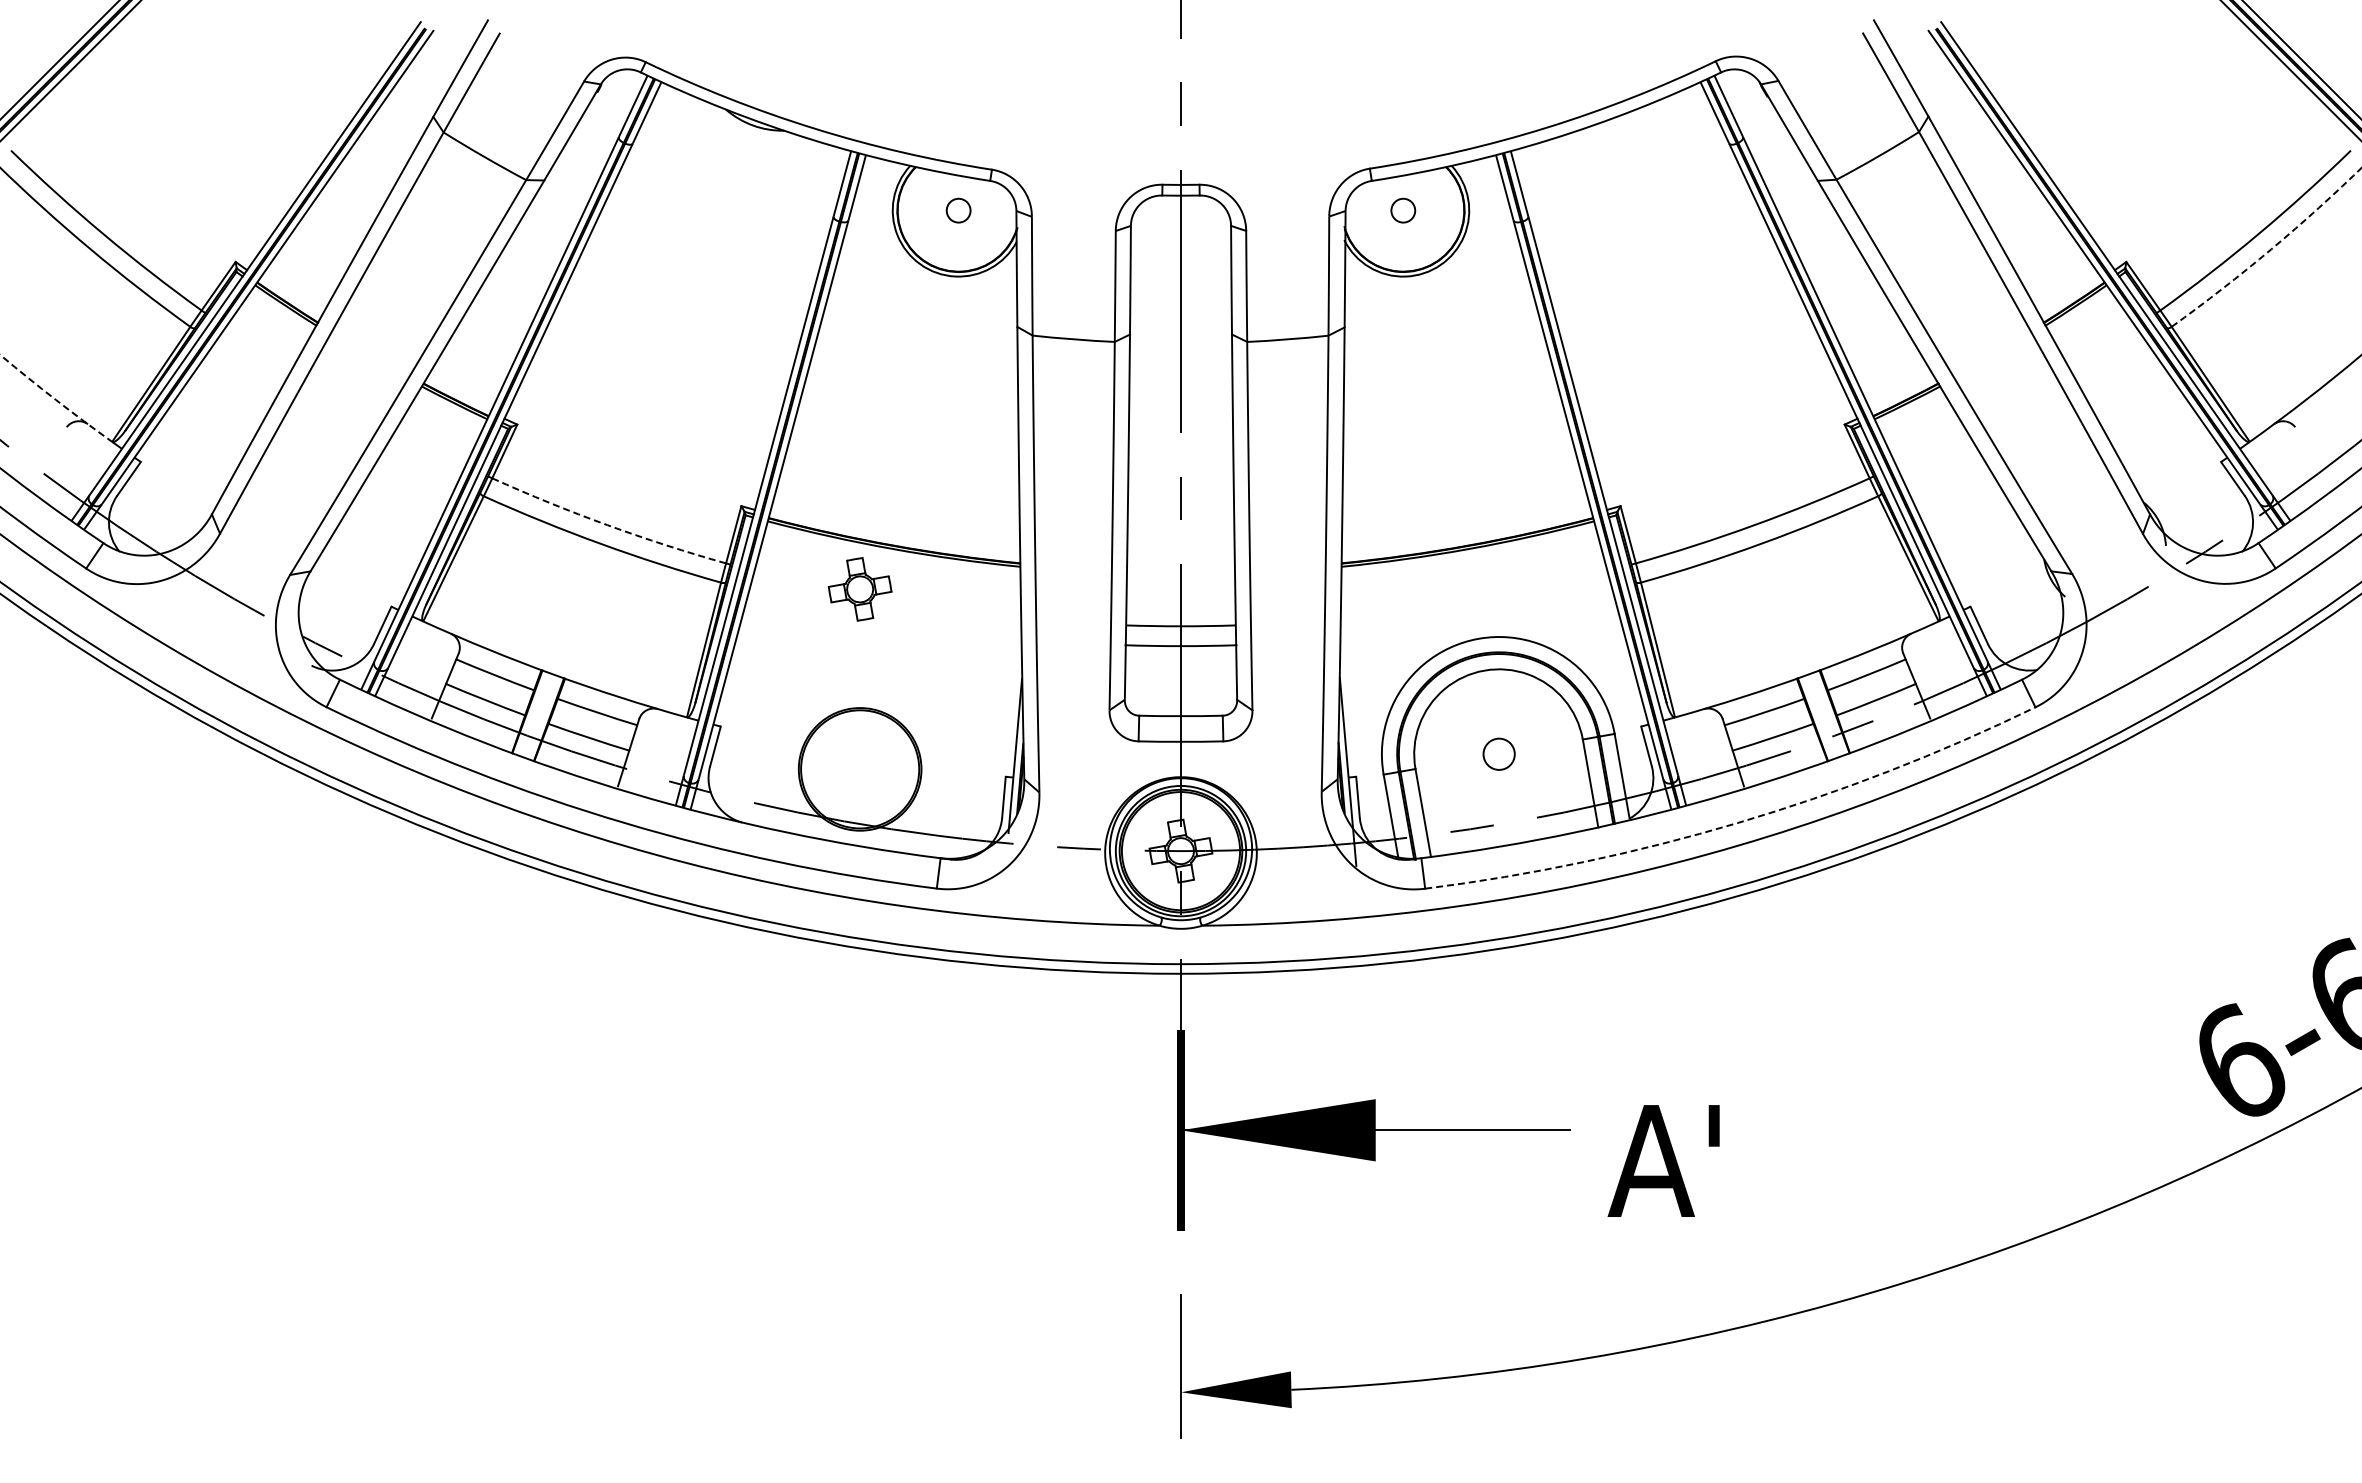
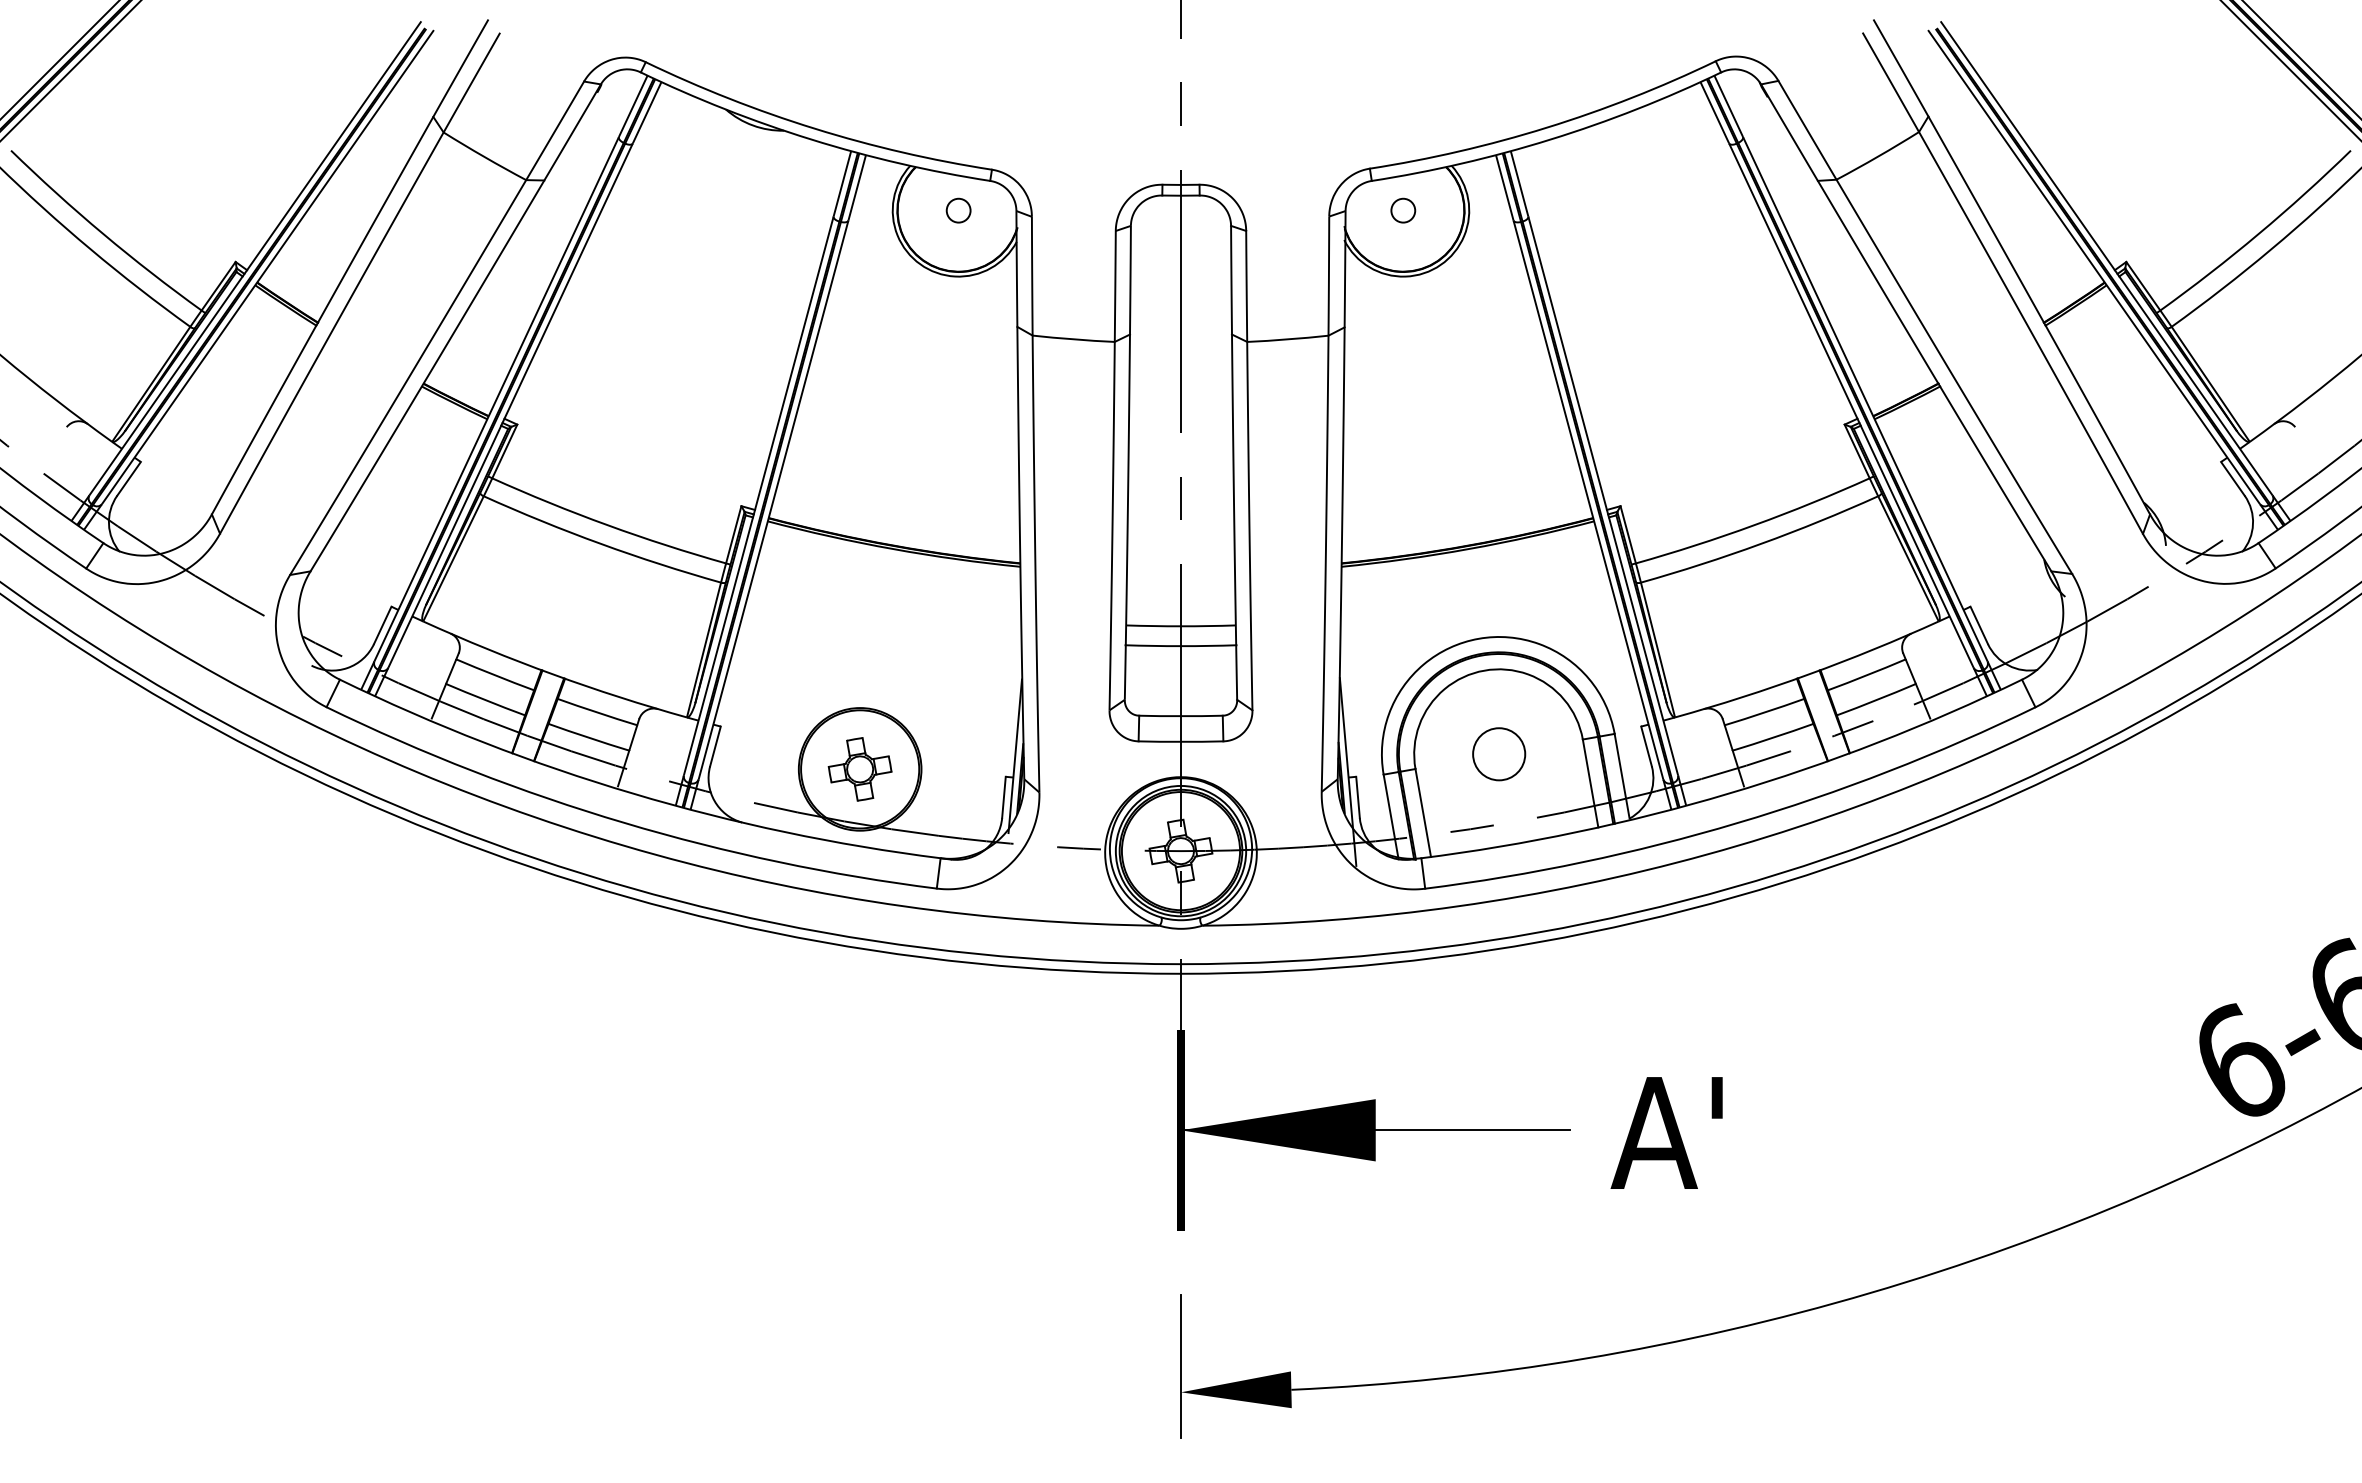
arc at (2269, 250): dashed -> solid
arc at (55, 399): dashed -> solid
arc at (607, 525): dashed -> solid
part at (859, 589) position: (859, 589) -> (859, 769)
circle at (1498, 753) diameter: 31 px -> 52 px
arc at (1737, 823): dashed -> solid
text at (1663, 1160) position: (1663, 1160) -> (1666, 1132)
